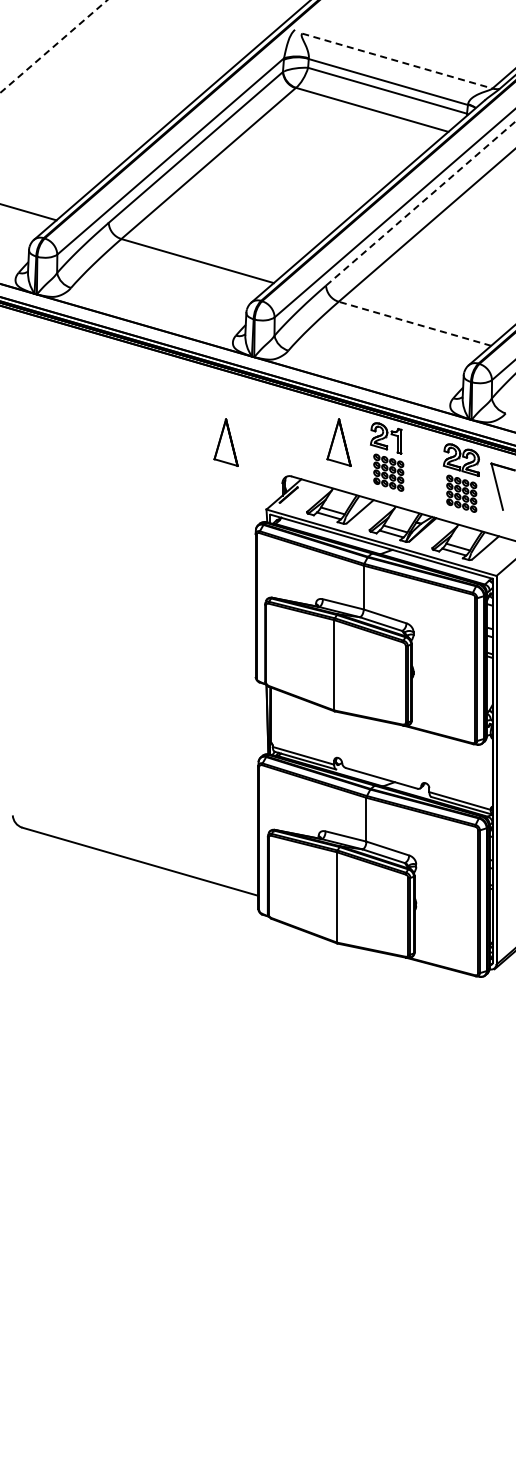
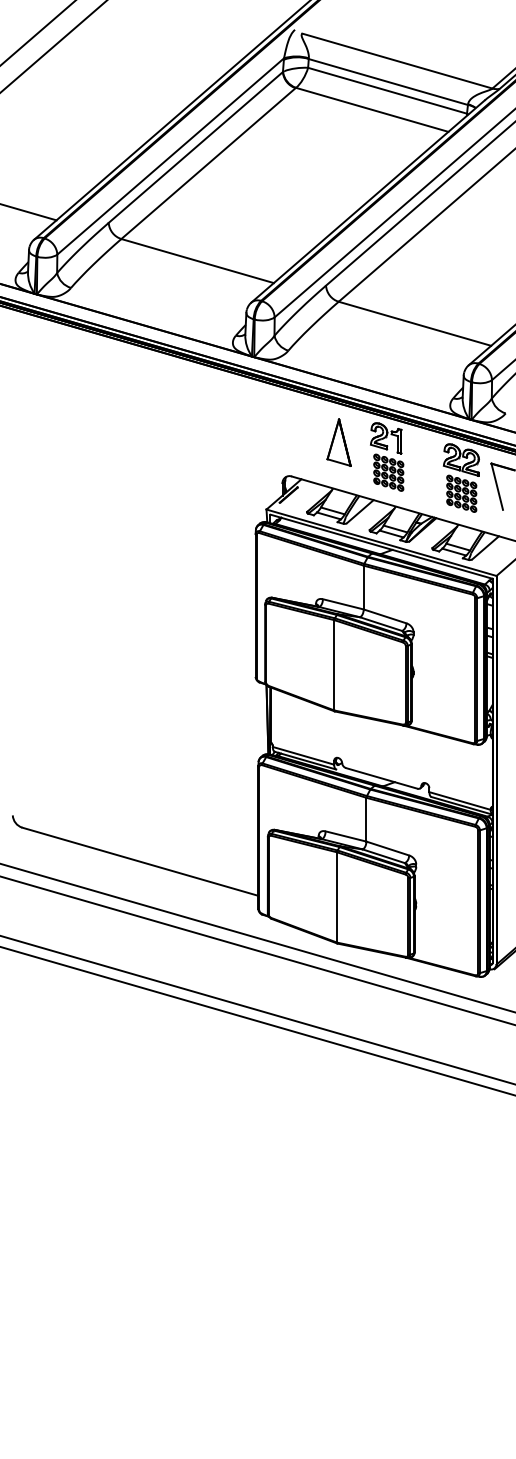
line at (37, 32): none -> present
line at (53, 46): dashed -> solid
line at (397, 61): dashed -> solid
line at (421, 203): dashed -> solid
line at (414, 323): dashed -> solid
part at (225, 442): present -> none
line at (257, 937): none -> present
line at (257, 950): none -> present
line at (257, 1009): none -> present
line at (257, 1020): none -> present
